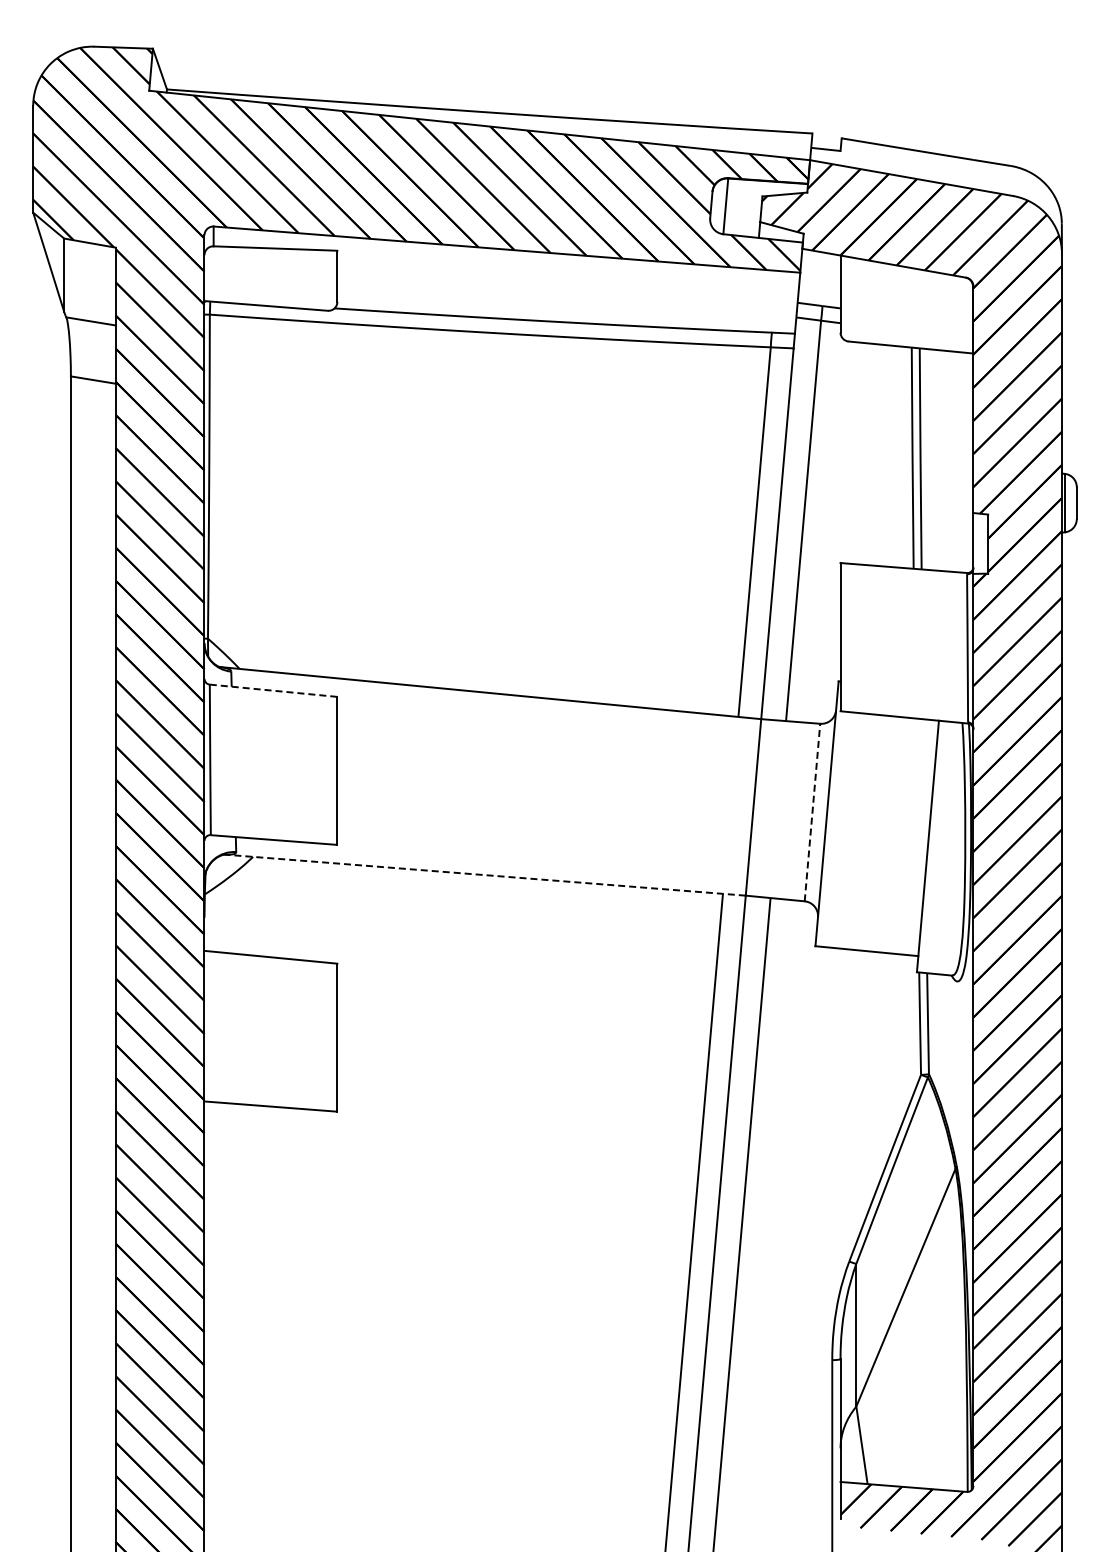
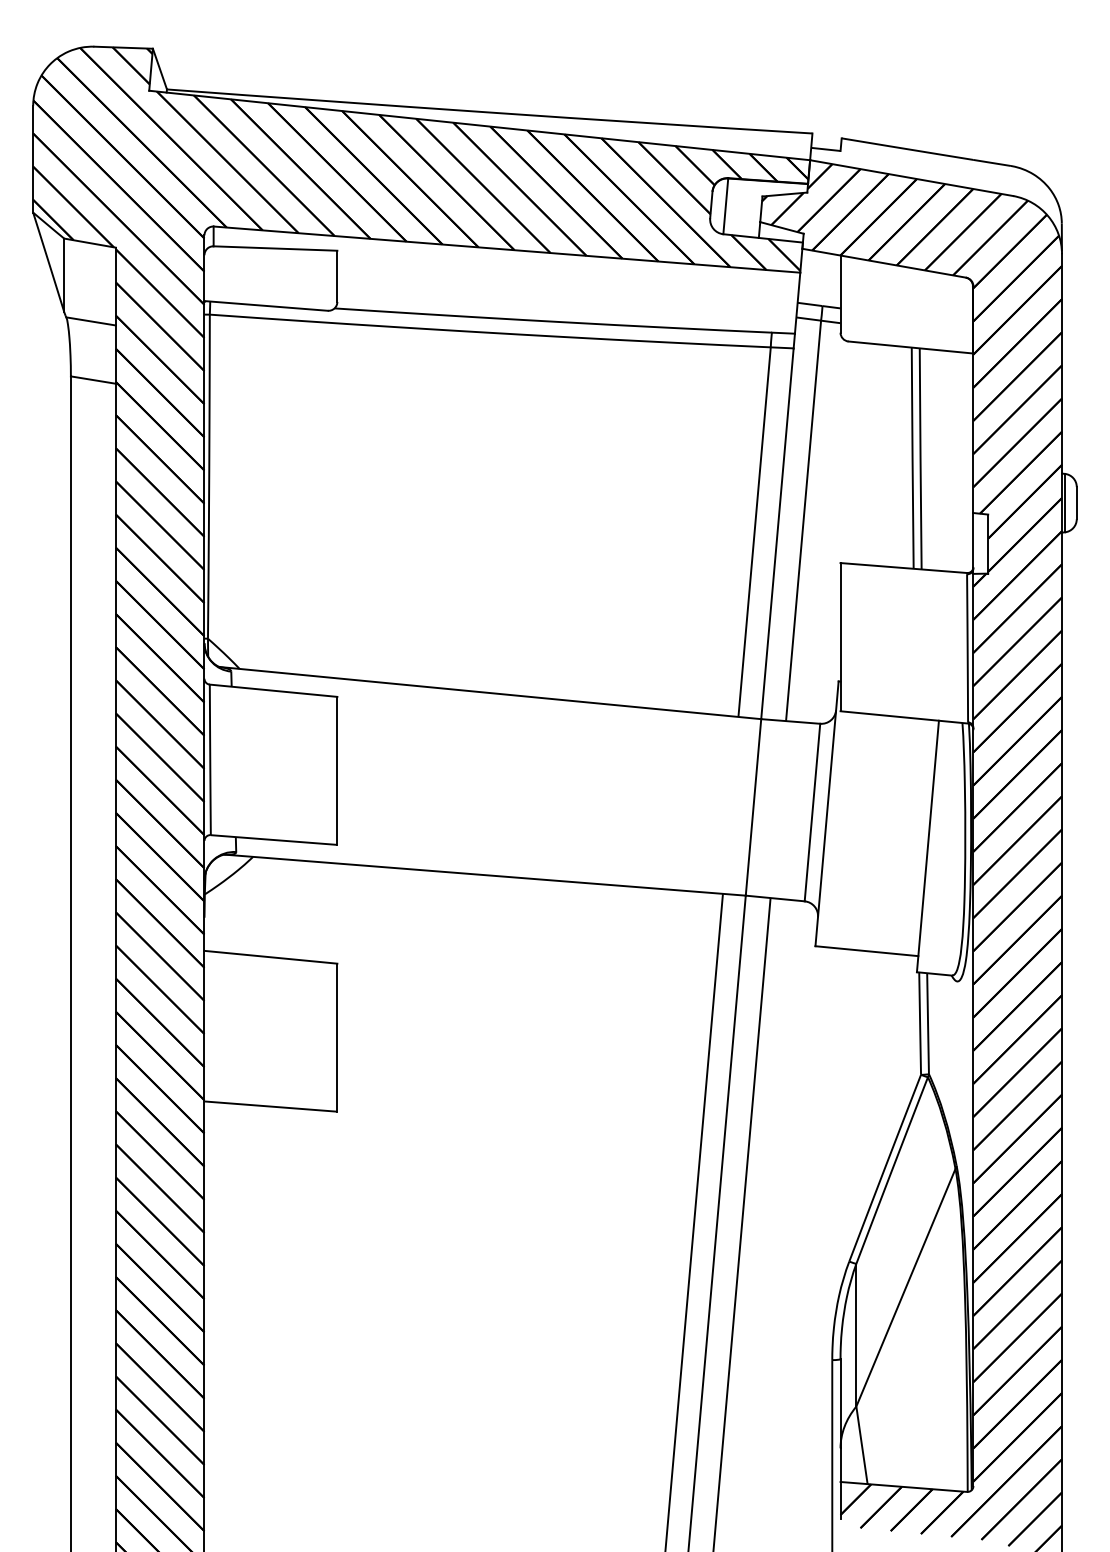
line at (274, 690): dashed -> solid
line at (812, 812): dashed -> solid
line at (484, 875): dashed -> solid
